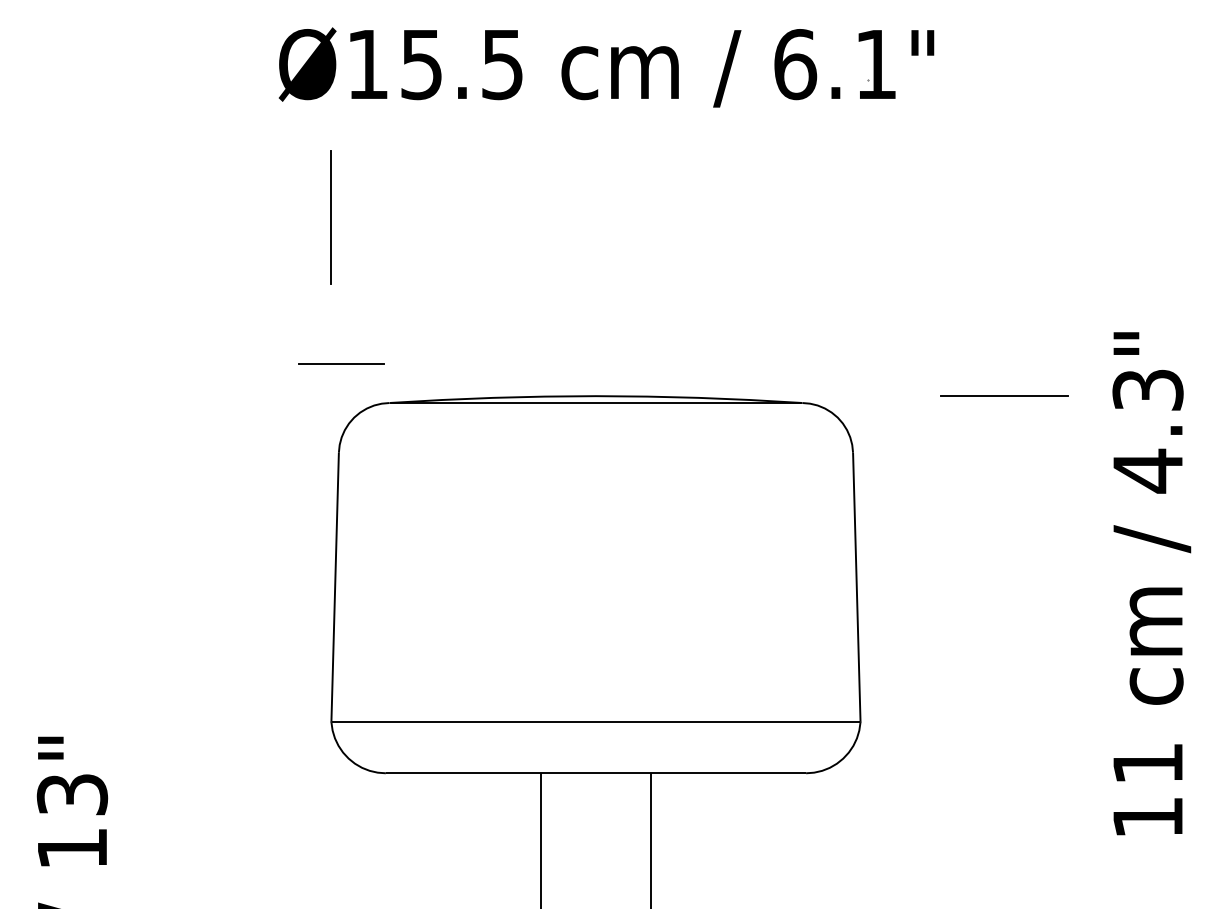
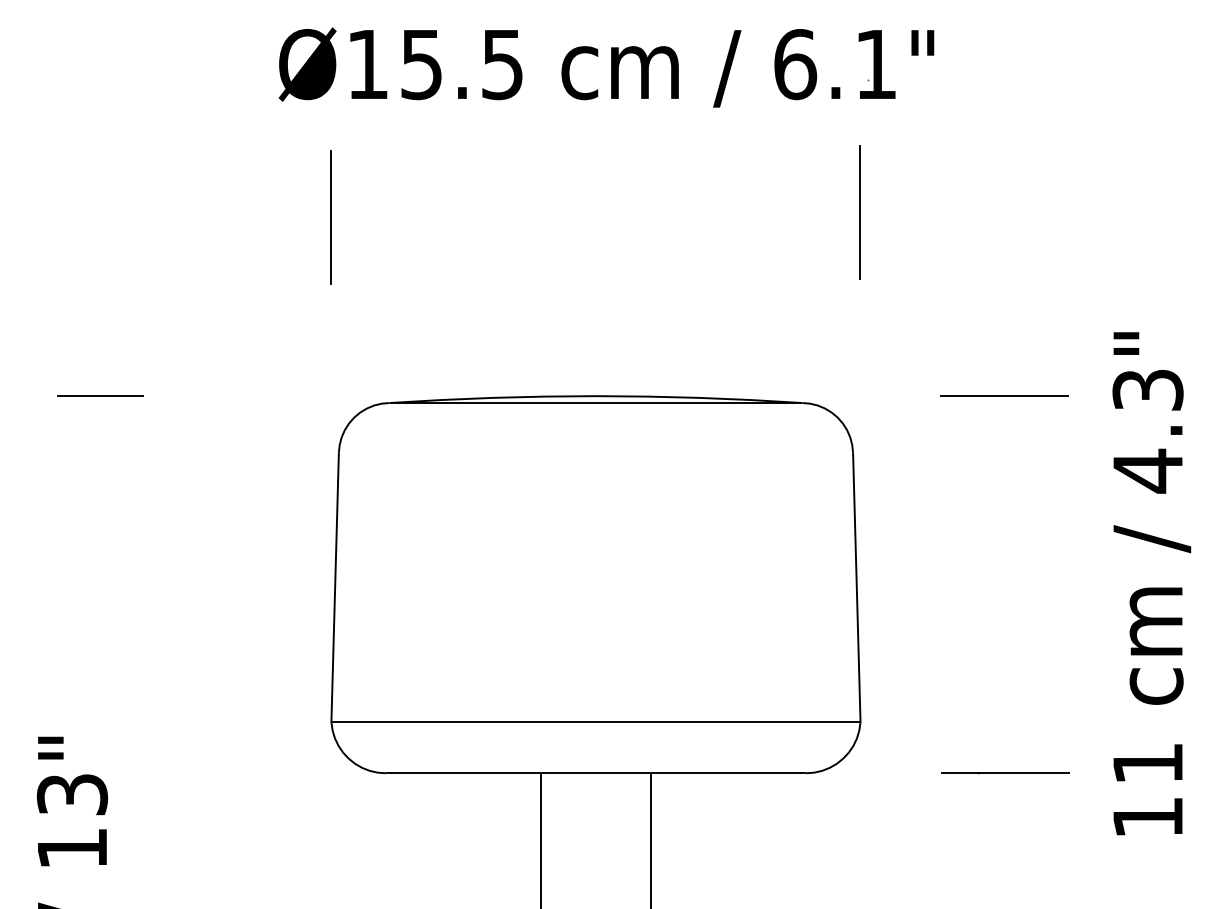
line at (860, 212): none -> present
line at (341, 363) position: (341, 363) -> (100, 395)
line at (1005, 773): none -> present
